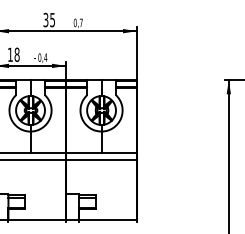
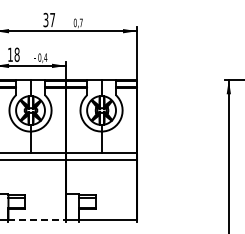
text at (52, 20): 35 -> 37
line at (37, 219): solid -> dashed
